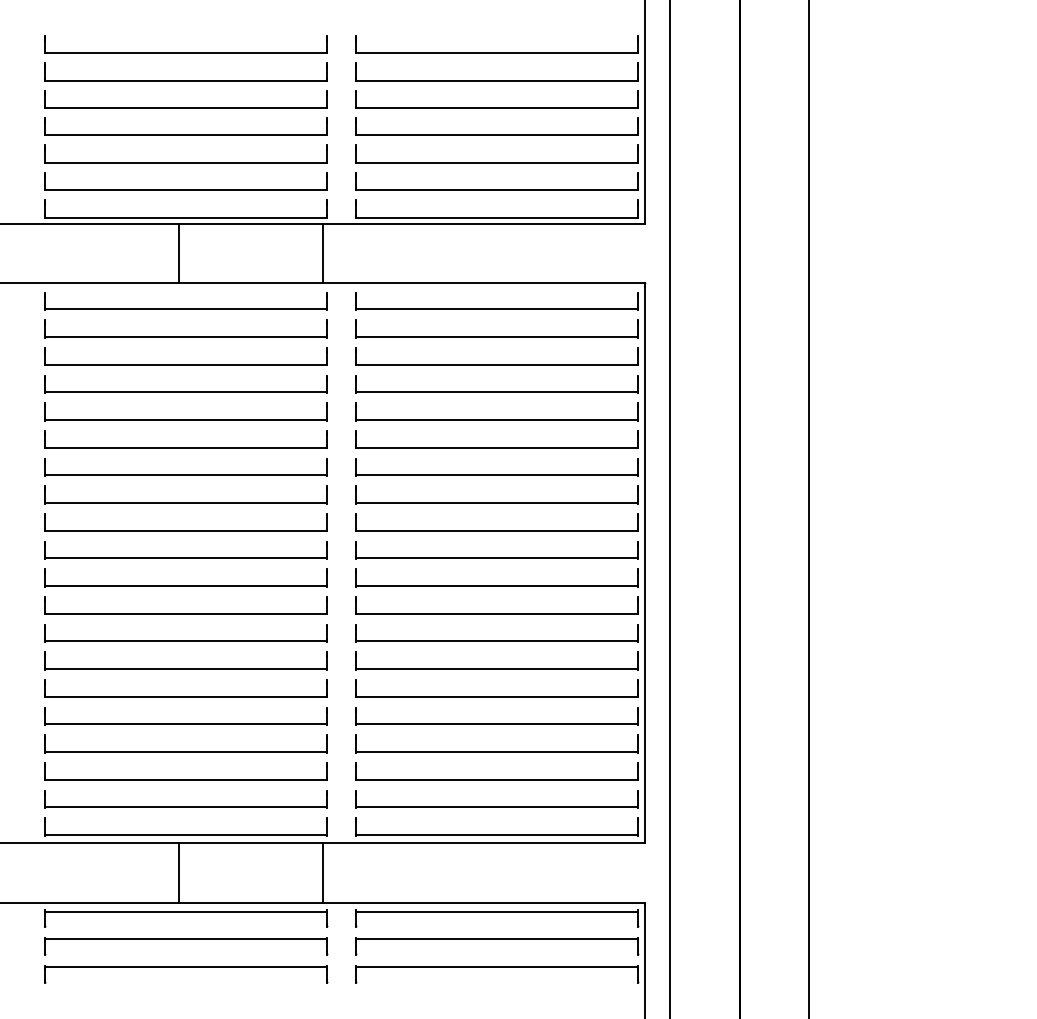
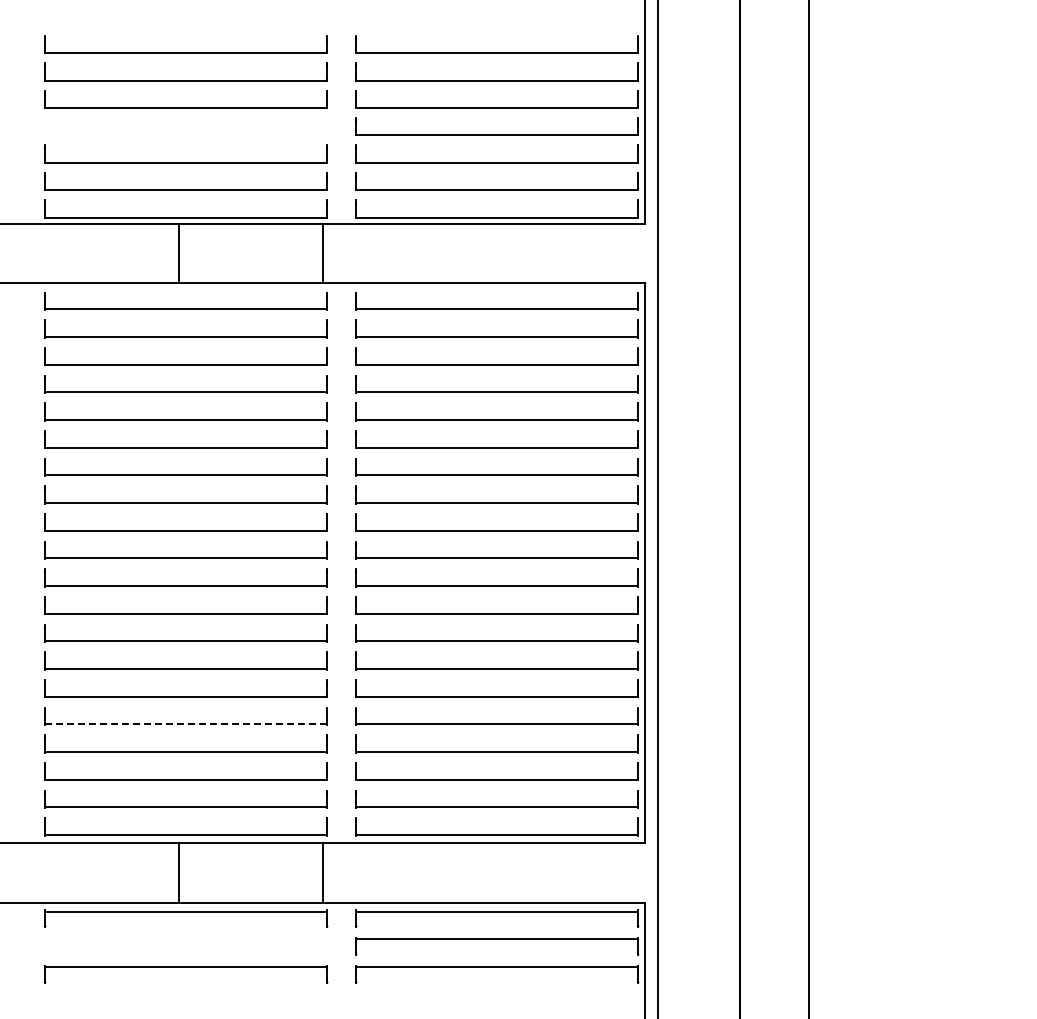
part at (185, 134): present -> none
line at (670, 508) position: (670, 508) -> (658, 508)
line at (186, 724): solid -> dashed
part at (186, 939): present -> none
